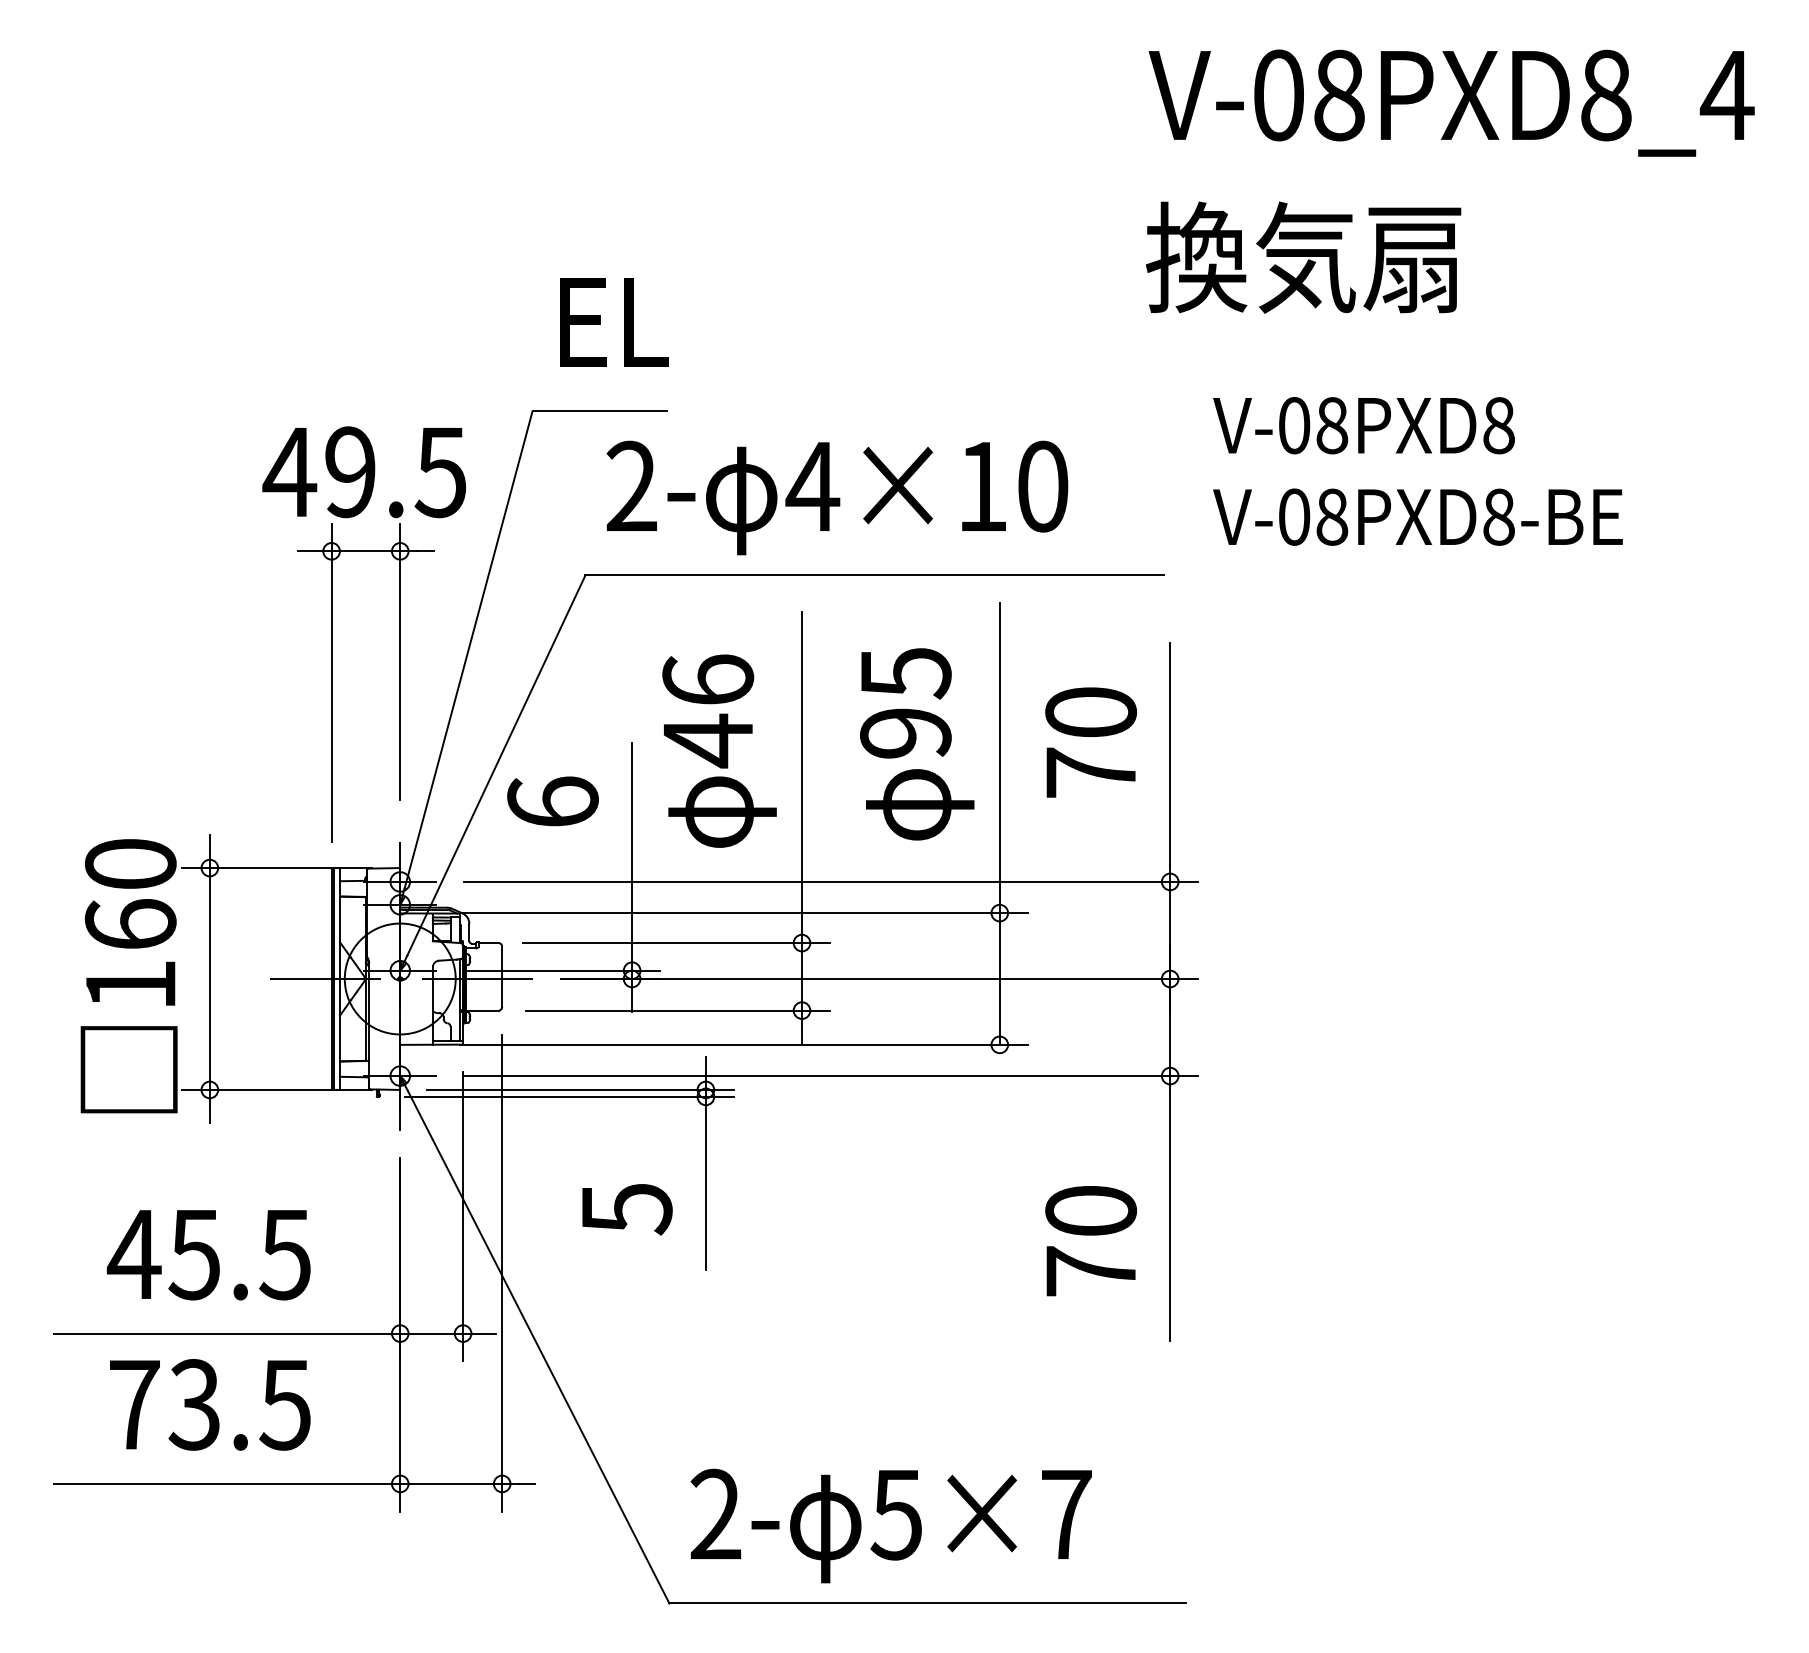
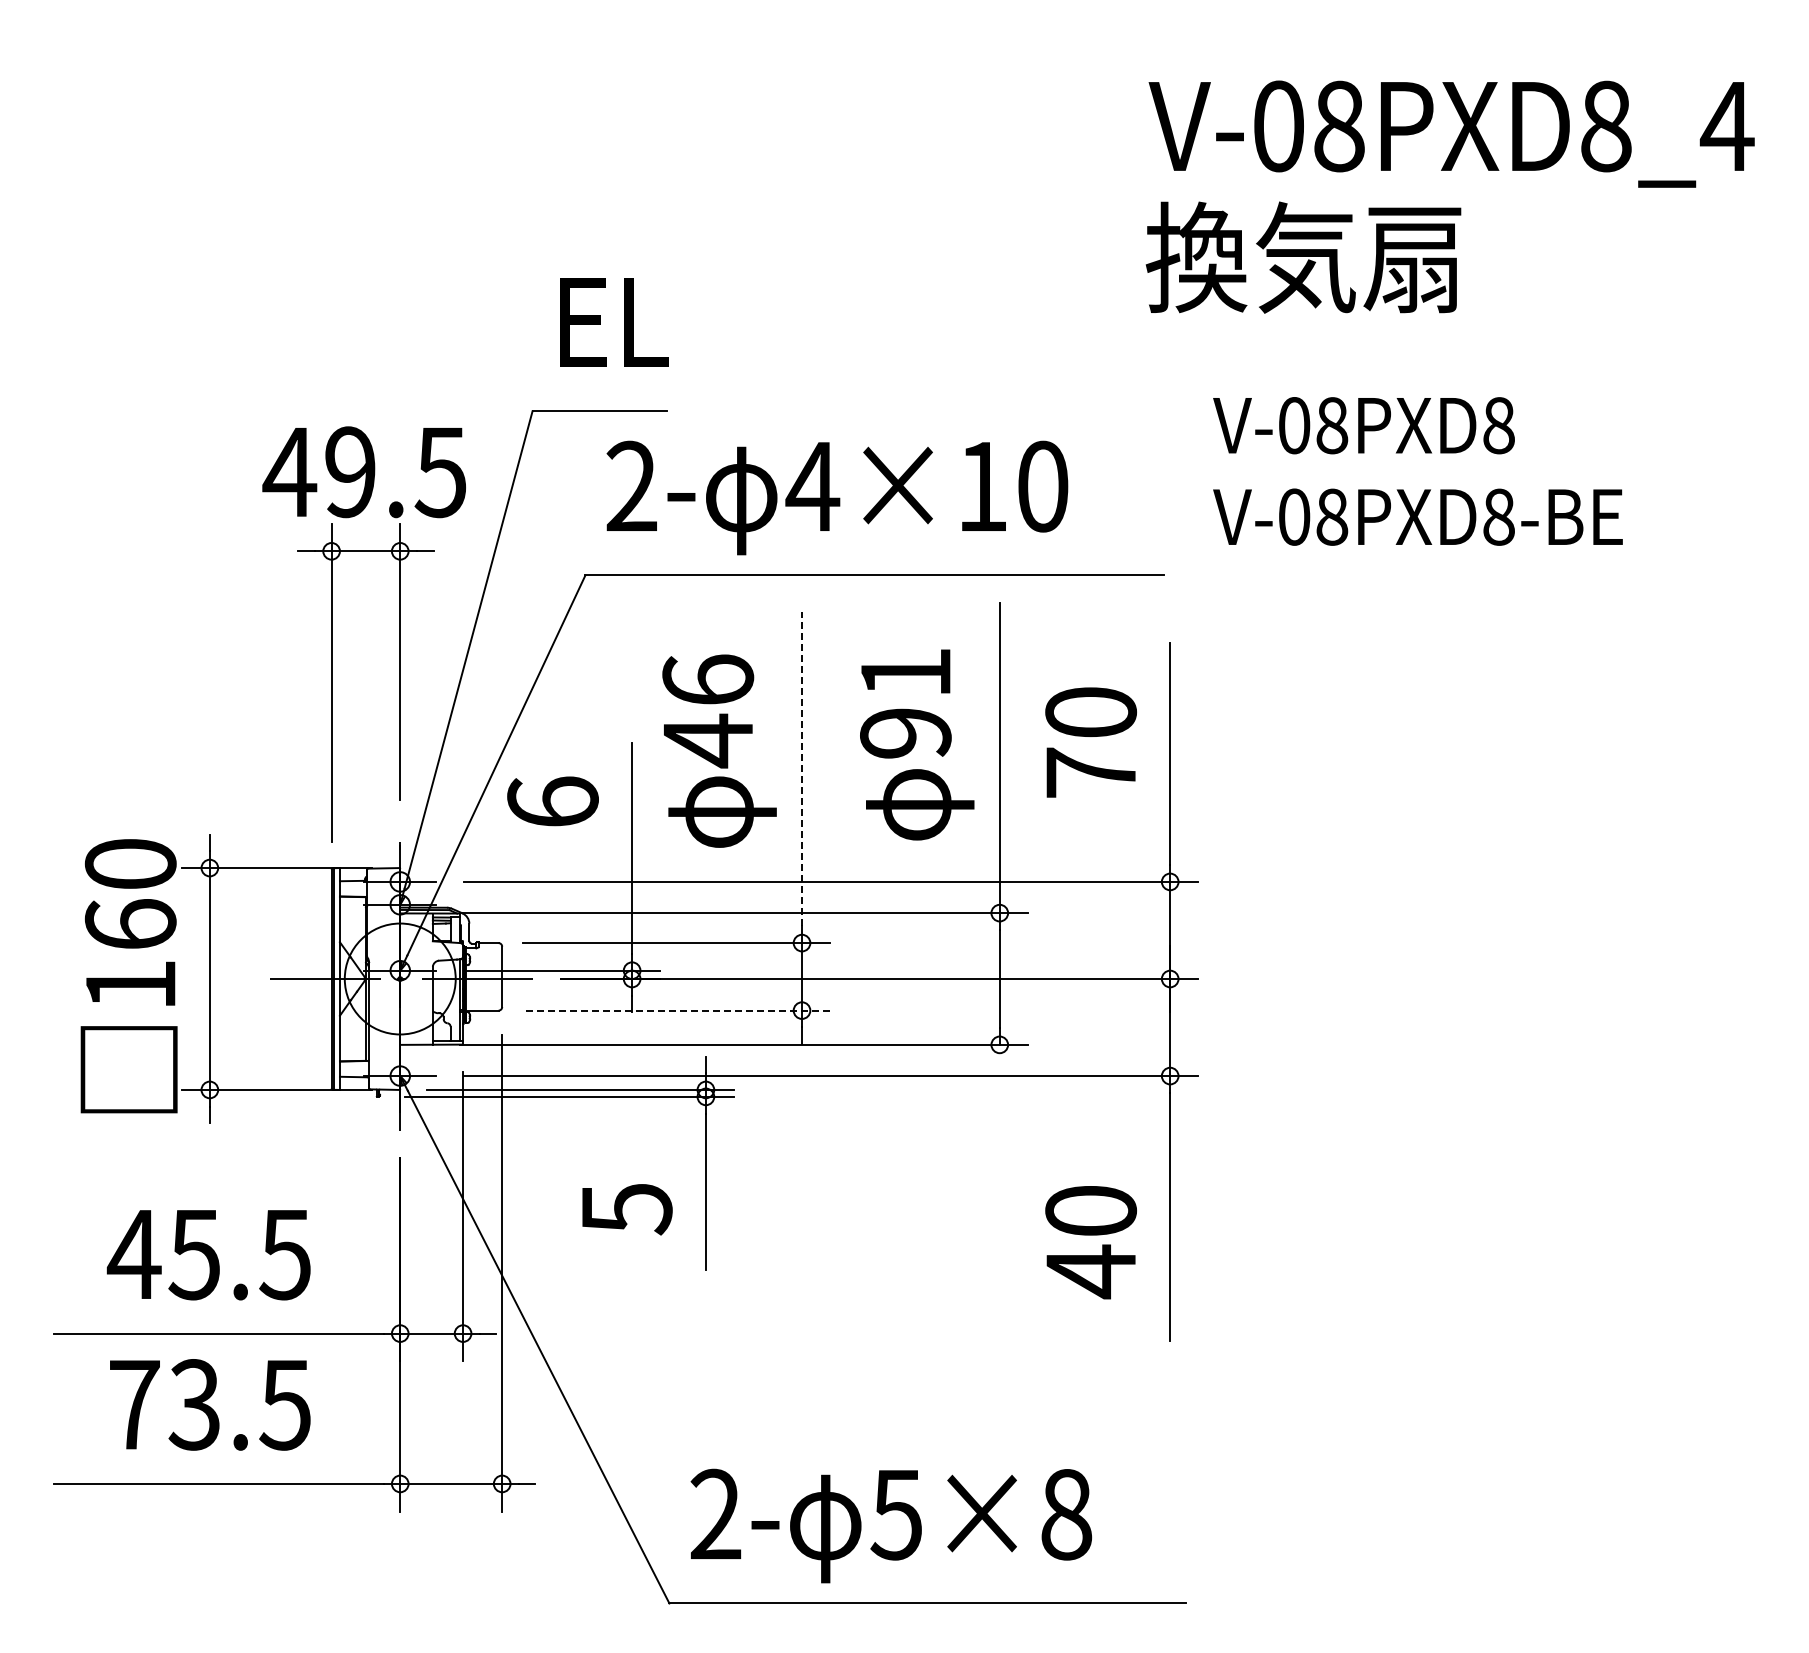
text at (1451, 102) position: (1451, 102) -> (1451, 133)
text at (906, 673): 95 -> 91
line at (802, 768): solid -> dashed
line at (678, 1010): solid -> dashed
text at (1090, 1271): 70 -> 40
text at (1066, 1514): 5×7 -> 5×8
